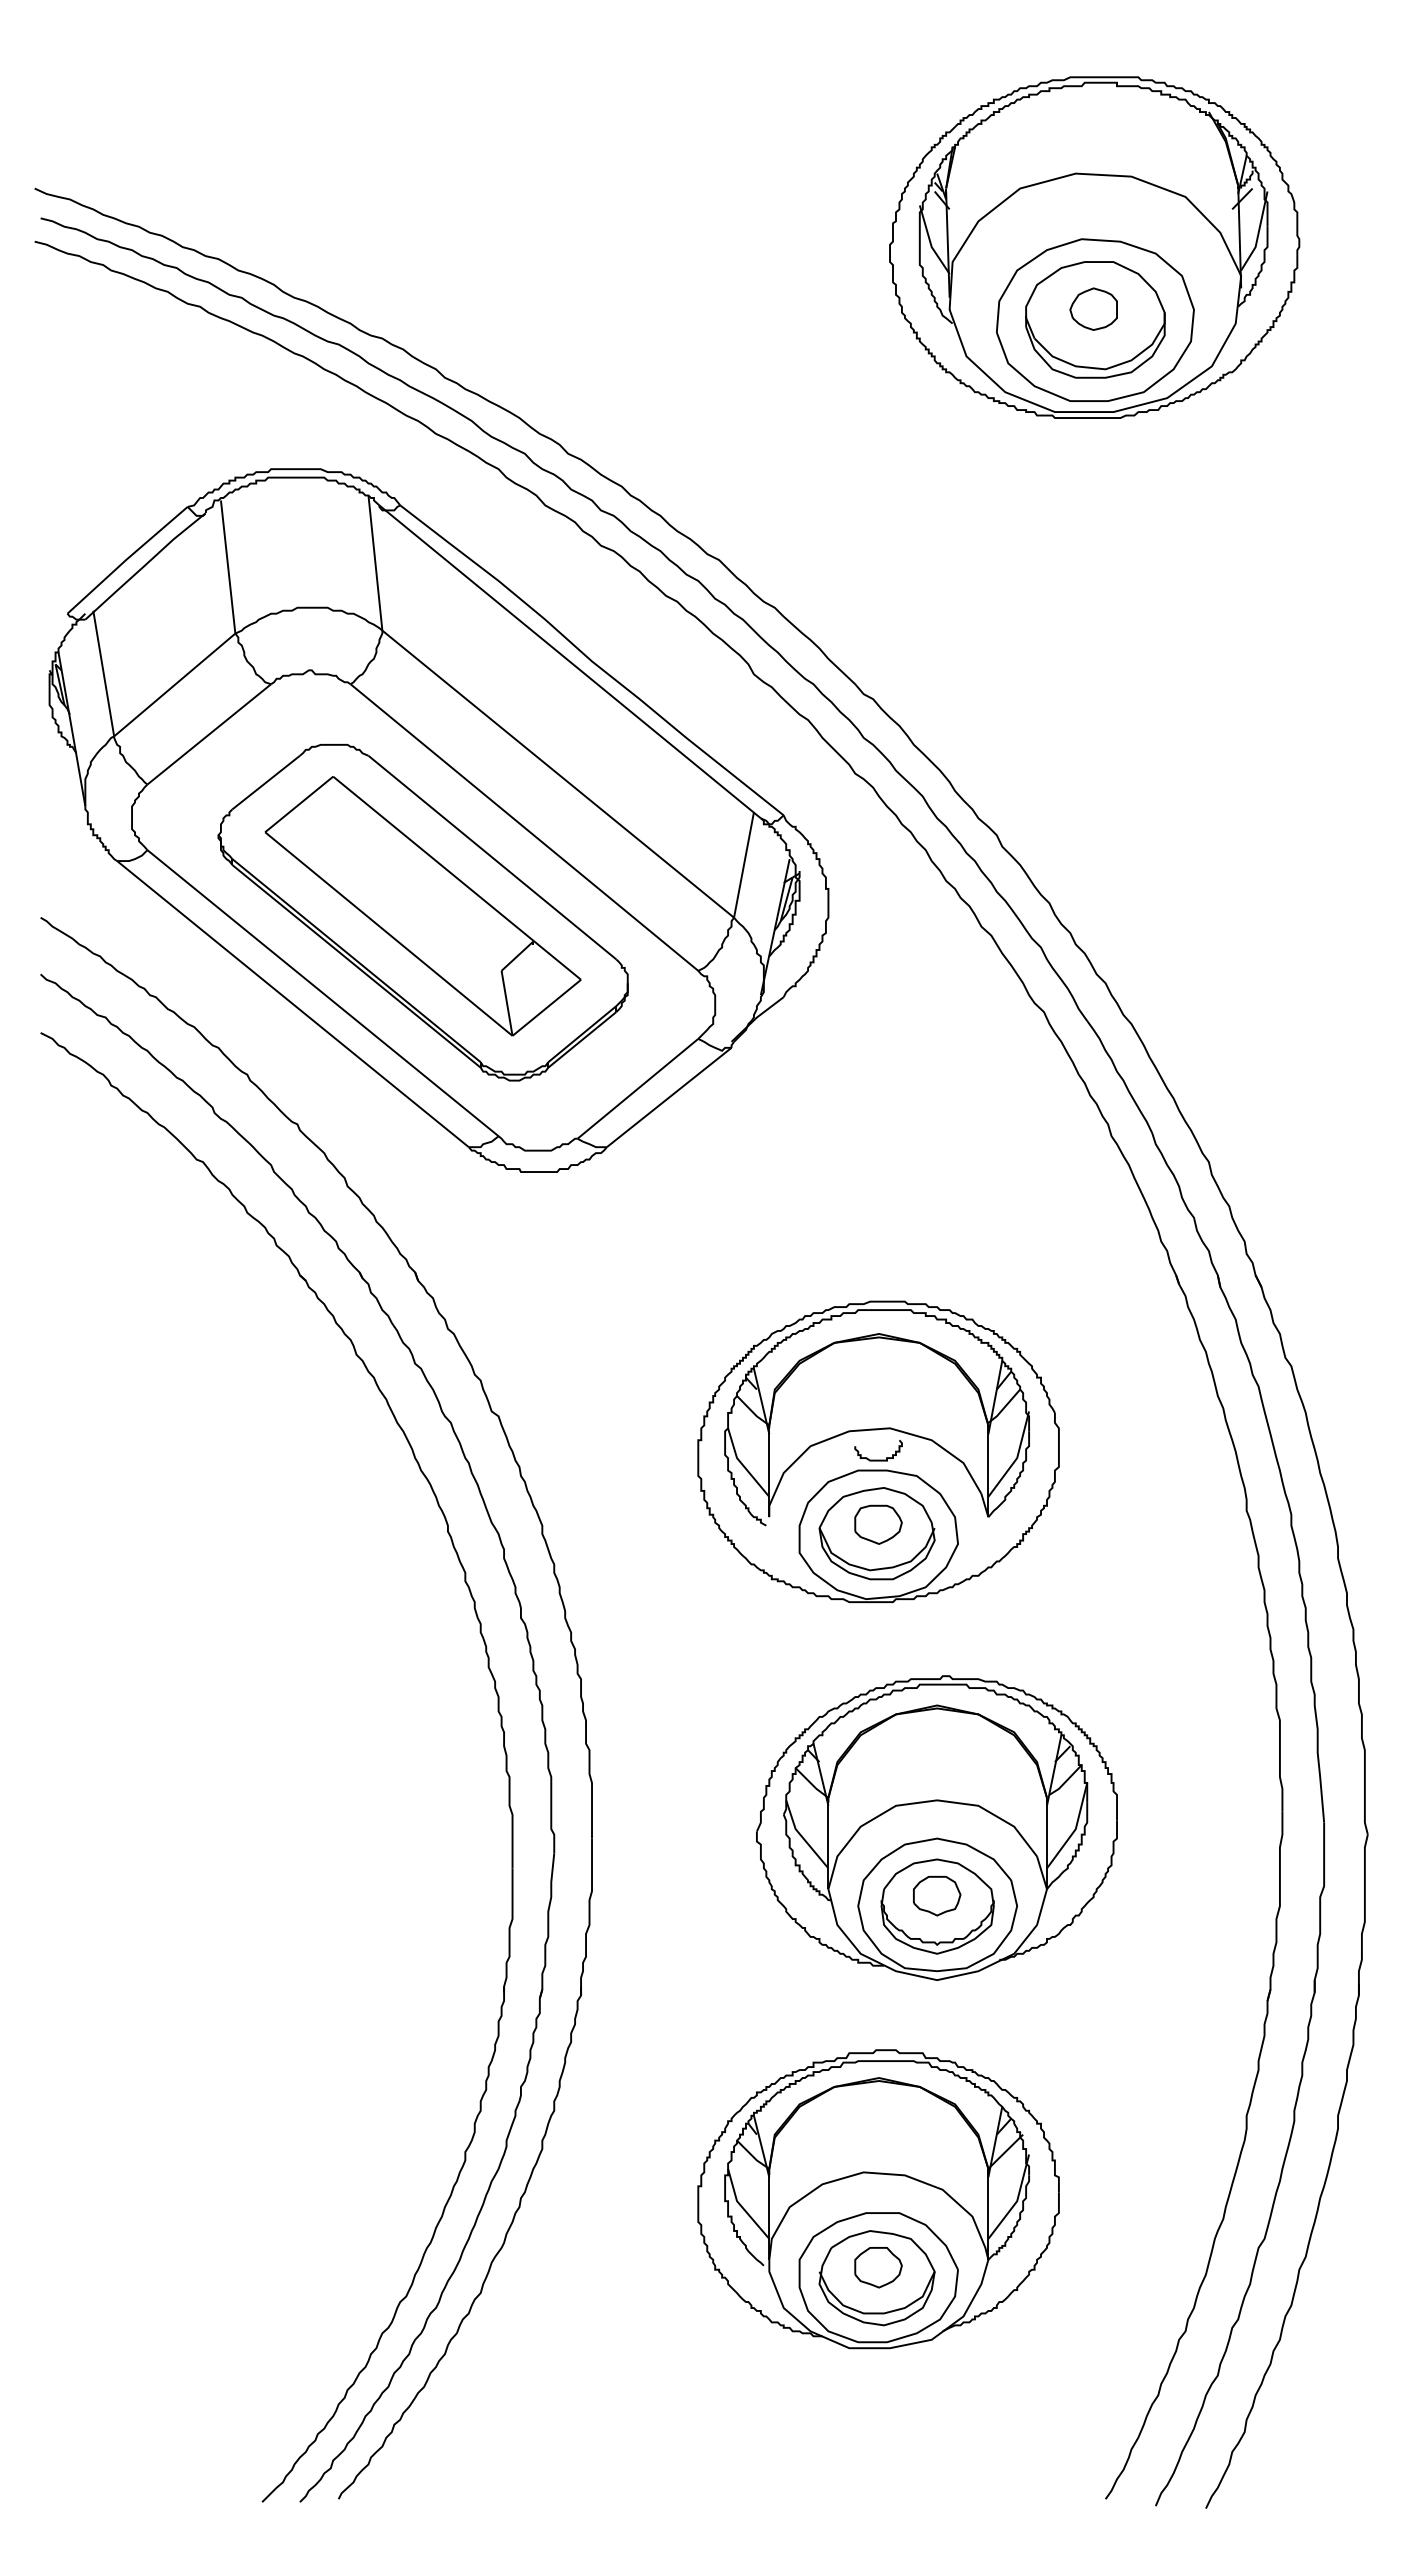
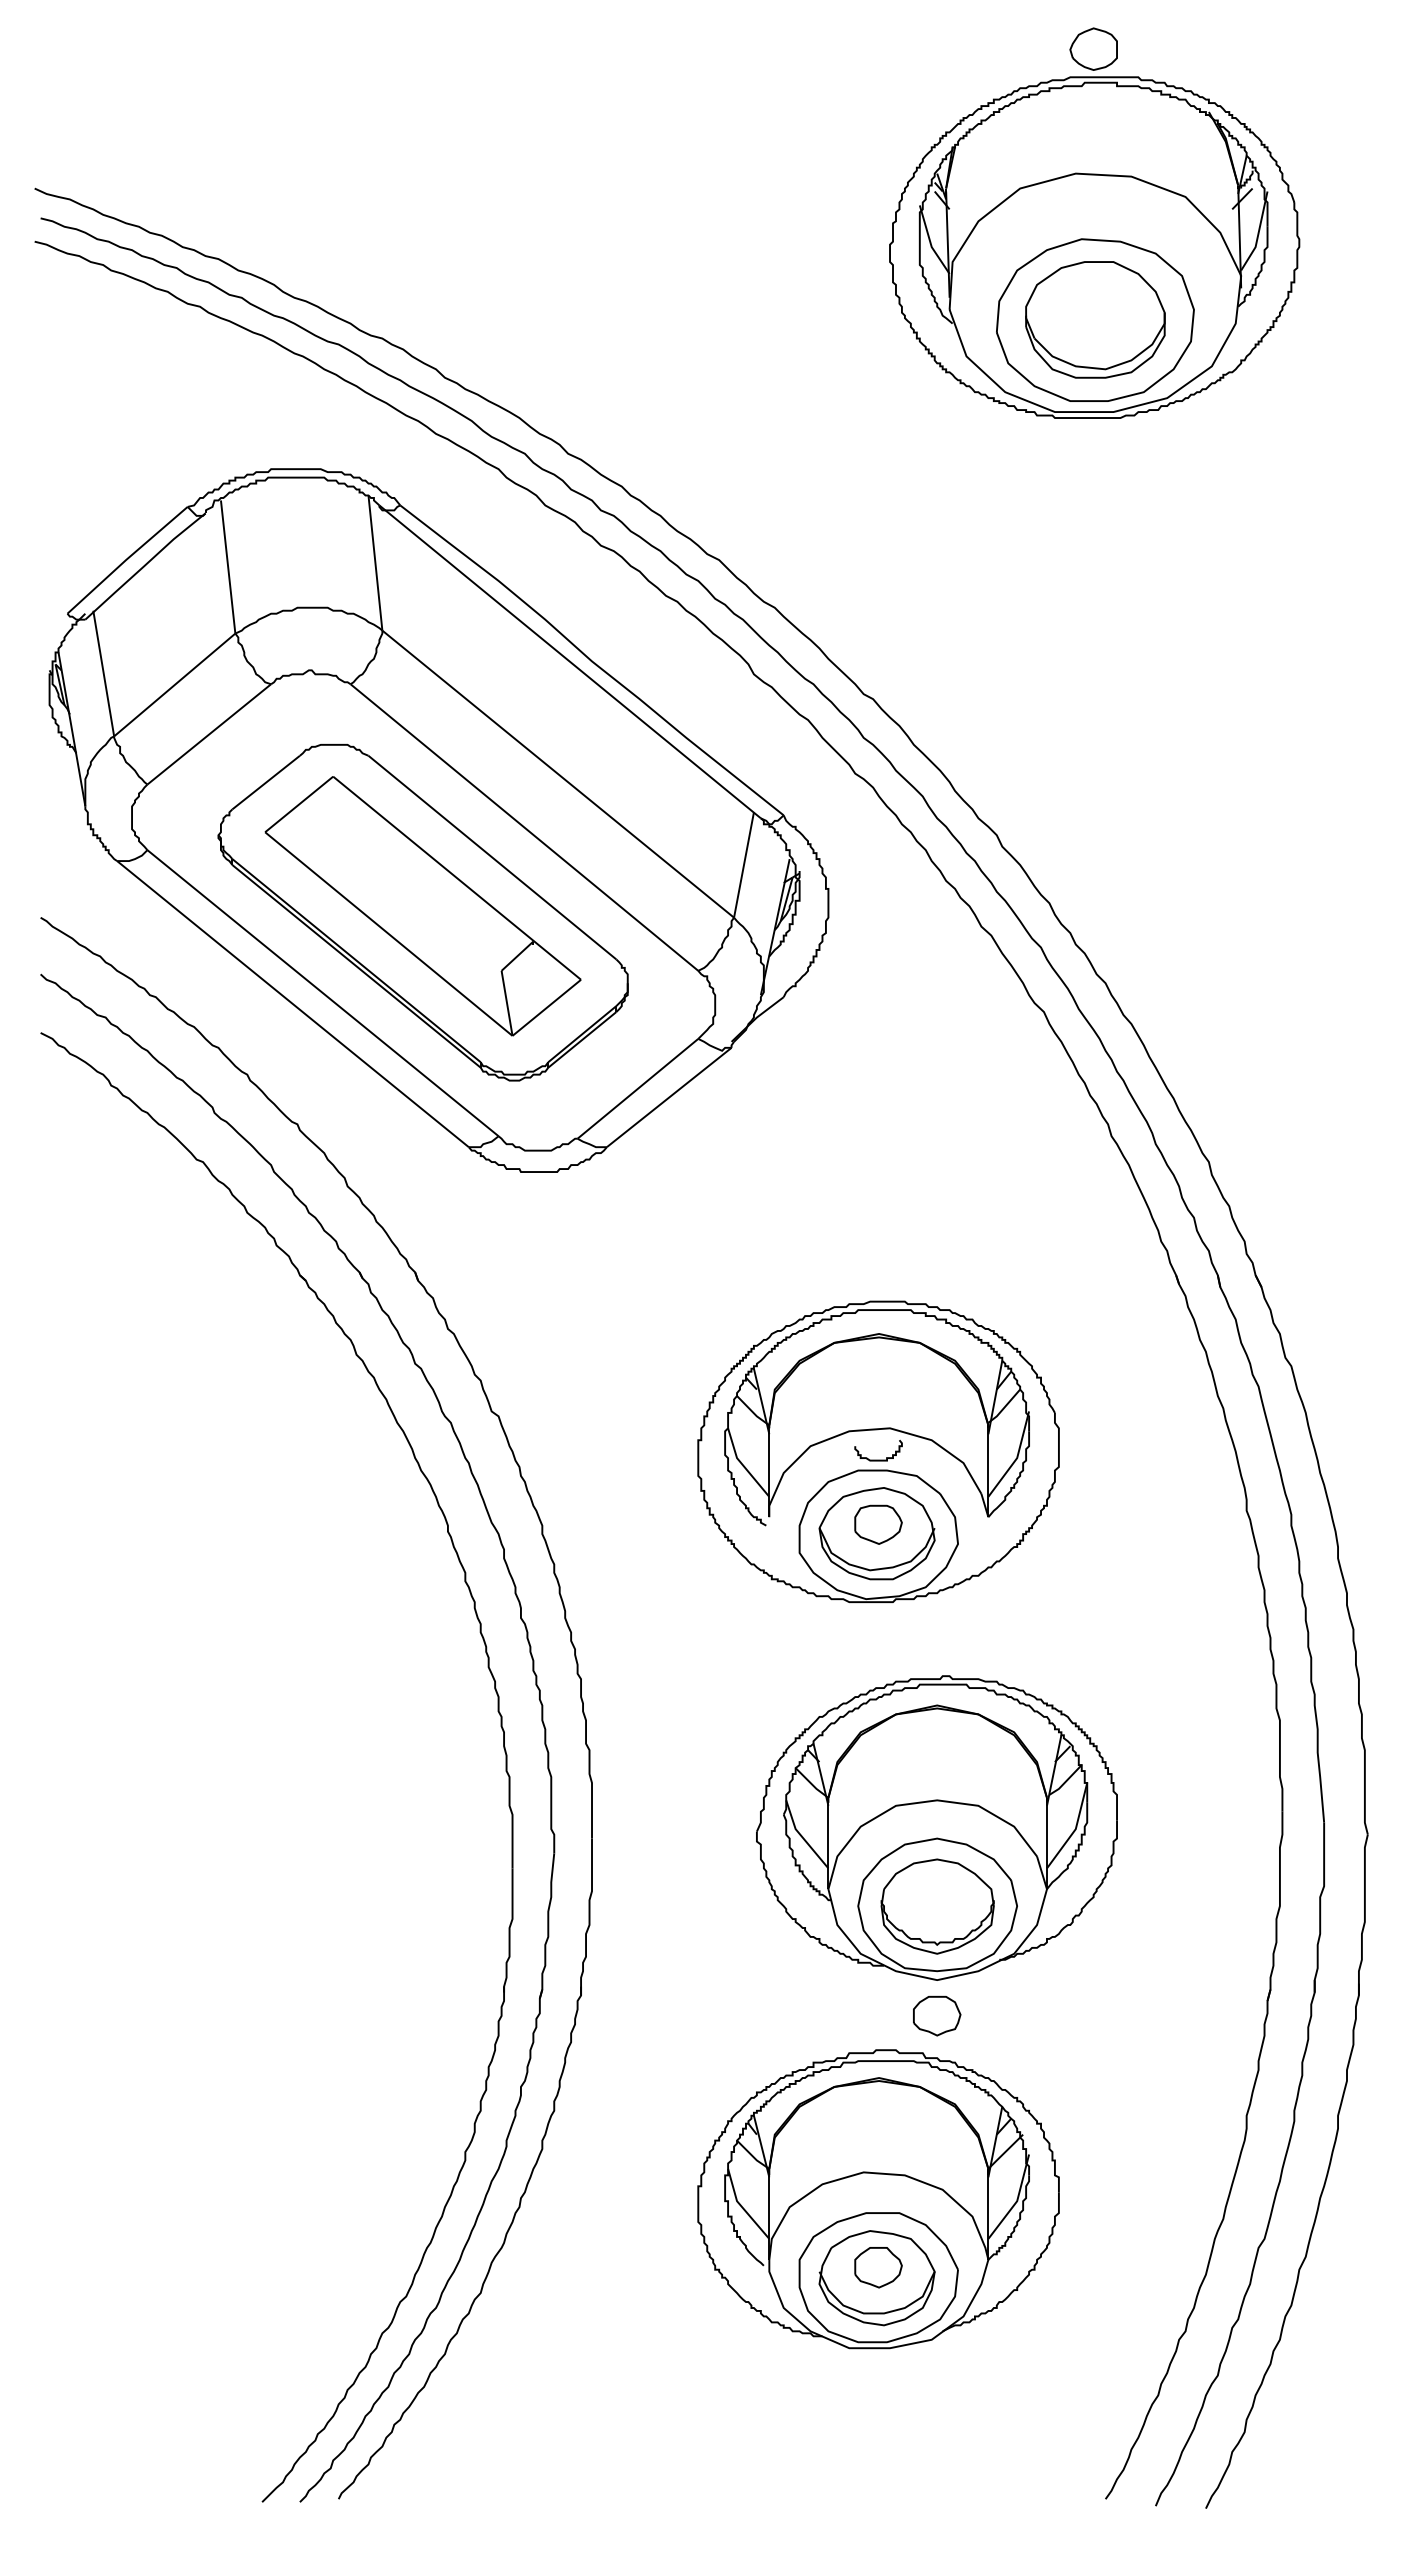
part at (1093, 308) position: (1093, 308) -> (1093, 48)
part at (937, 1895) position: (937, 1895) -> (937, 2015)
